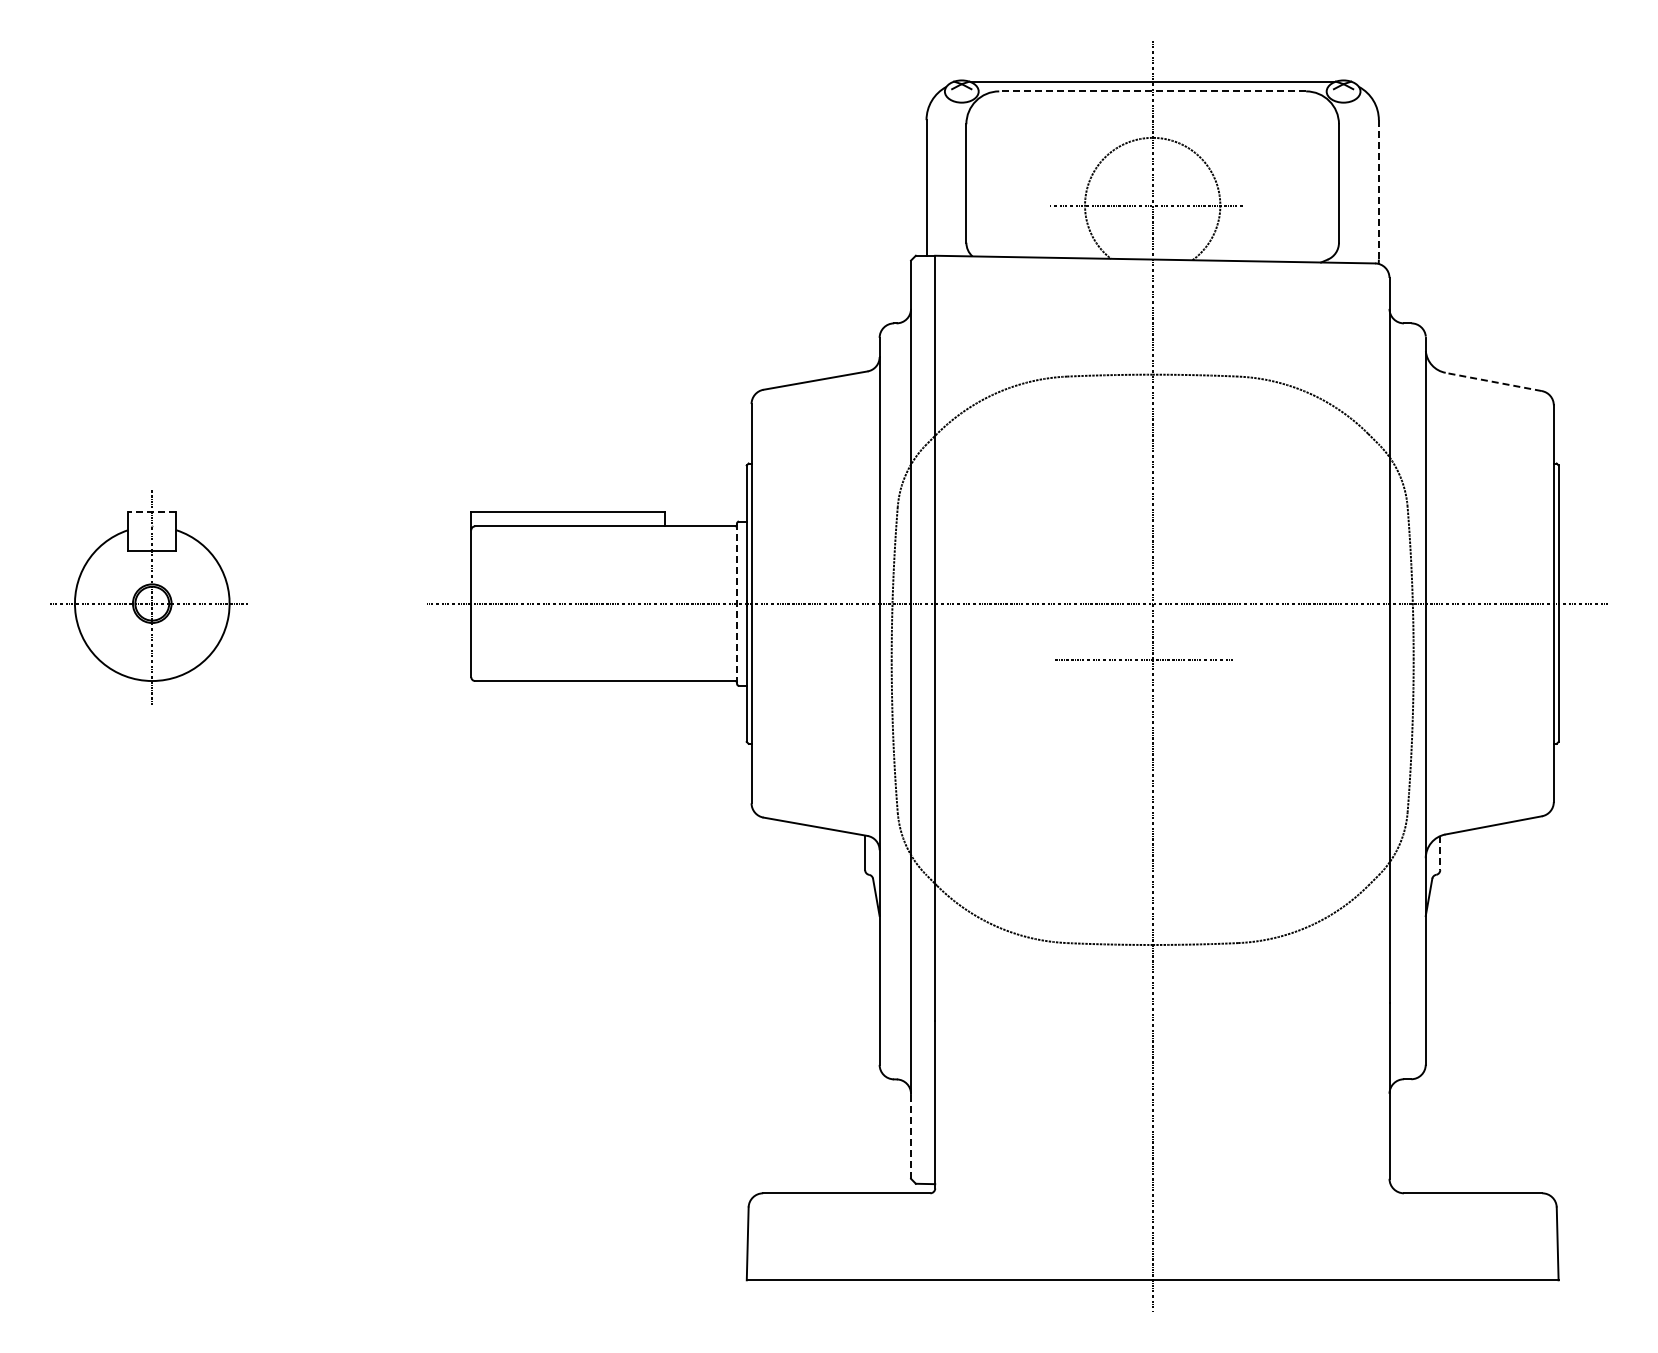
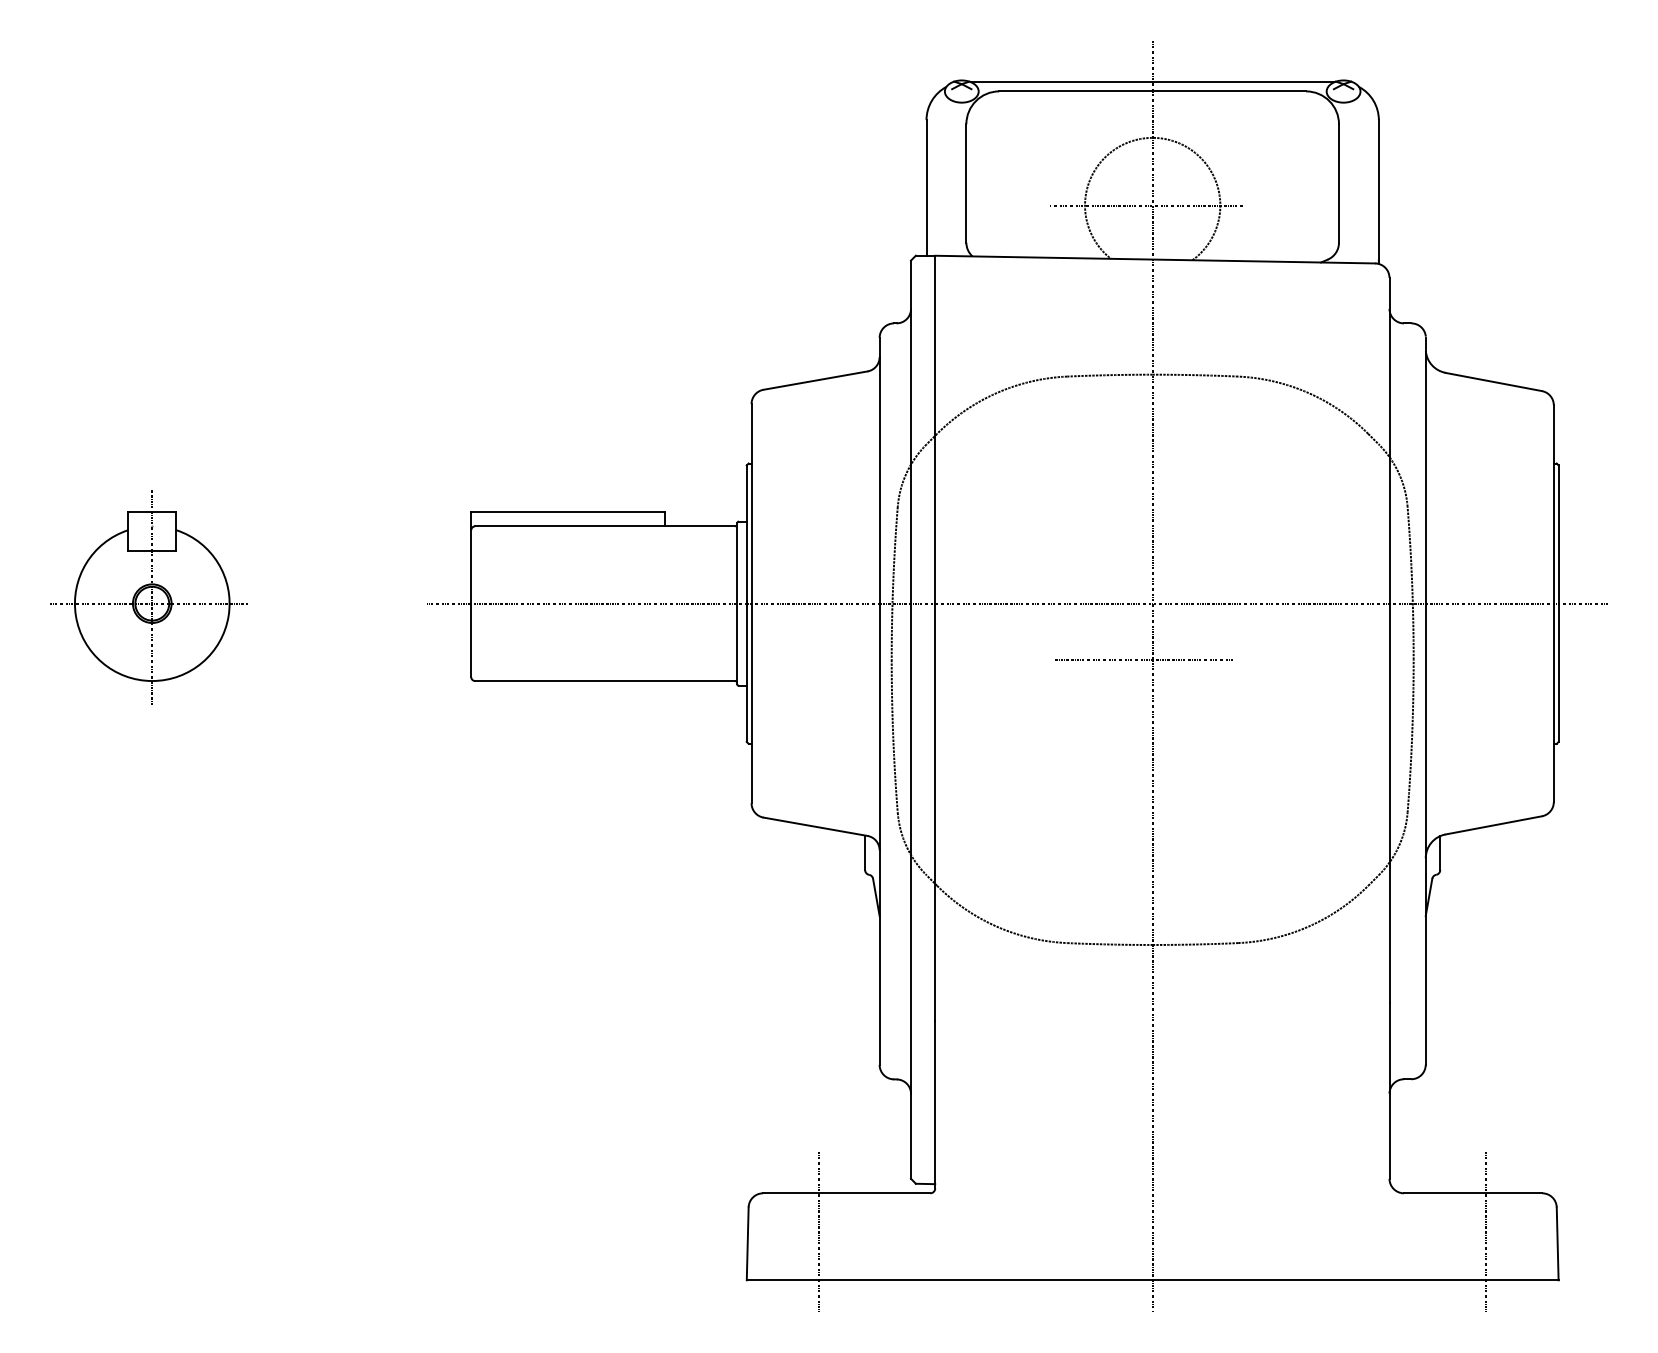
line at (1152, 91): dashed -> solid
line at (1378, 192): dashed -> solid
line at (1493, 381): dashed -> solid
line at (151, 511): dashed -> solid
line at (737, 604): dashed -> solid
line at (1440, 853): dashed -> solid
line at (911, 1135): dashed -> solid
line at (819, 1231): none -> present
line at (1486, 1231): none -> present
